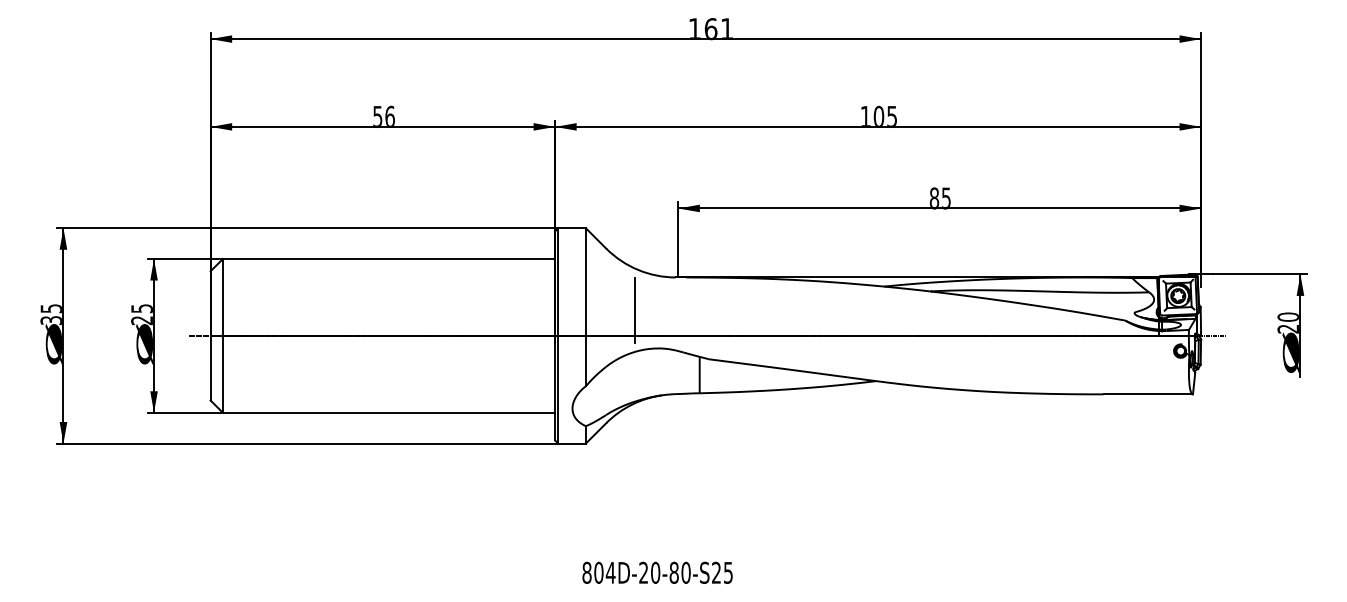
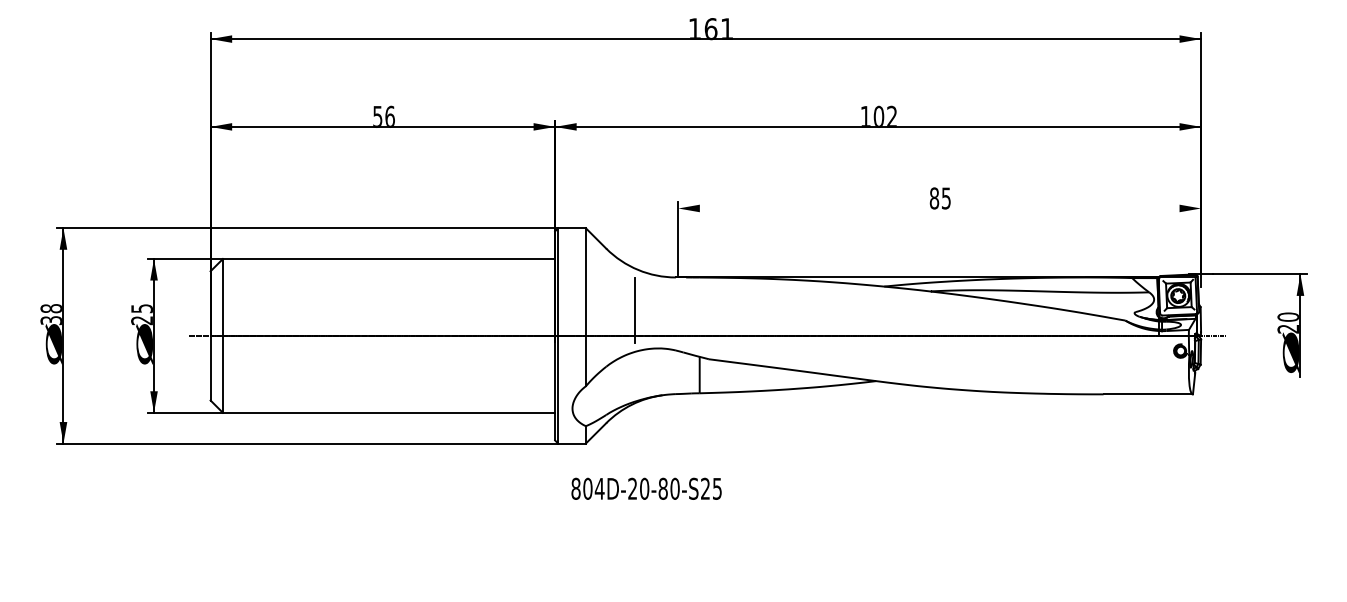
text at (891, 115): 105 -> 102
line at (939, 208): present -> none
text at (50, 308): 35 -> 38
text at (657, 572) position: (657, 572) -> (646, 488)
